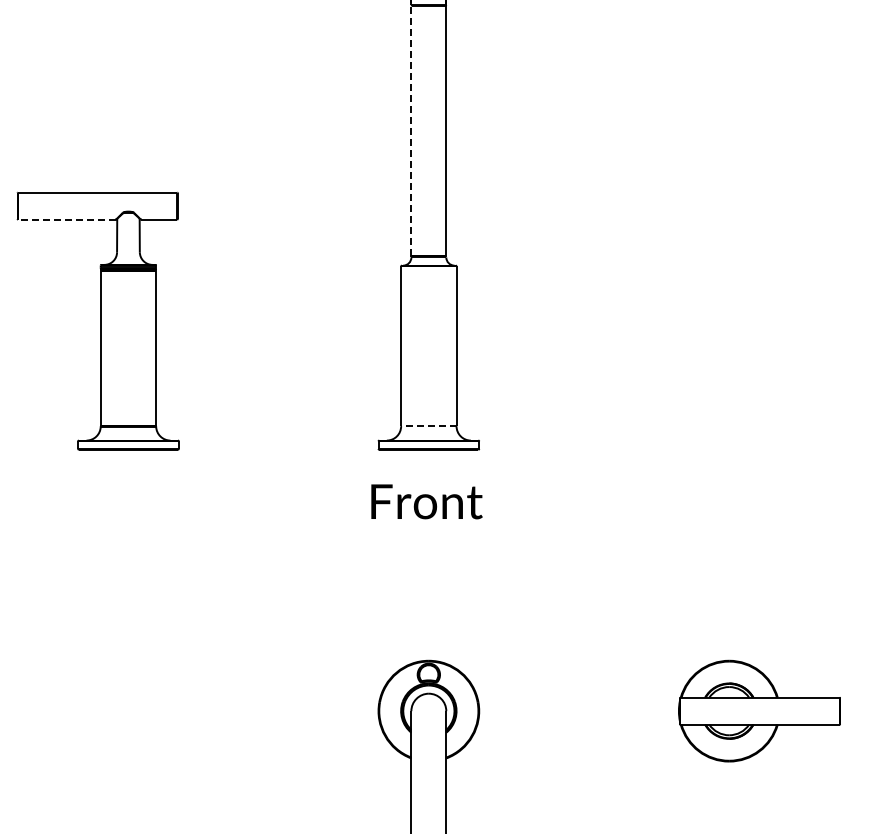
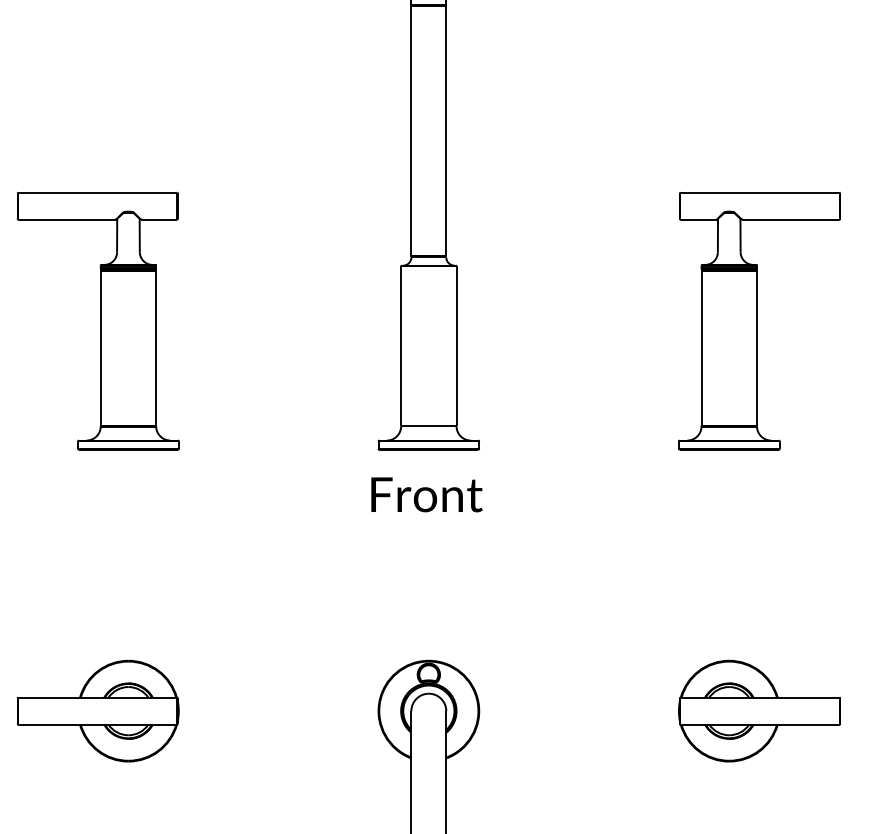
line at (411, 128): dashed -> solid
line at (66, 219): dashed -> solid
part at (759, 321): none -> present
line at (428, 426): dashed -> solid
text at (426, 501) position: (426, 501) -> (426, 494)
part at (97, 710): none -> present
